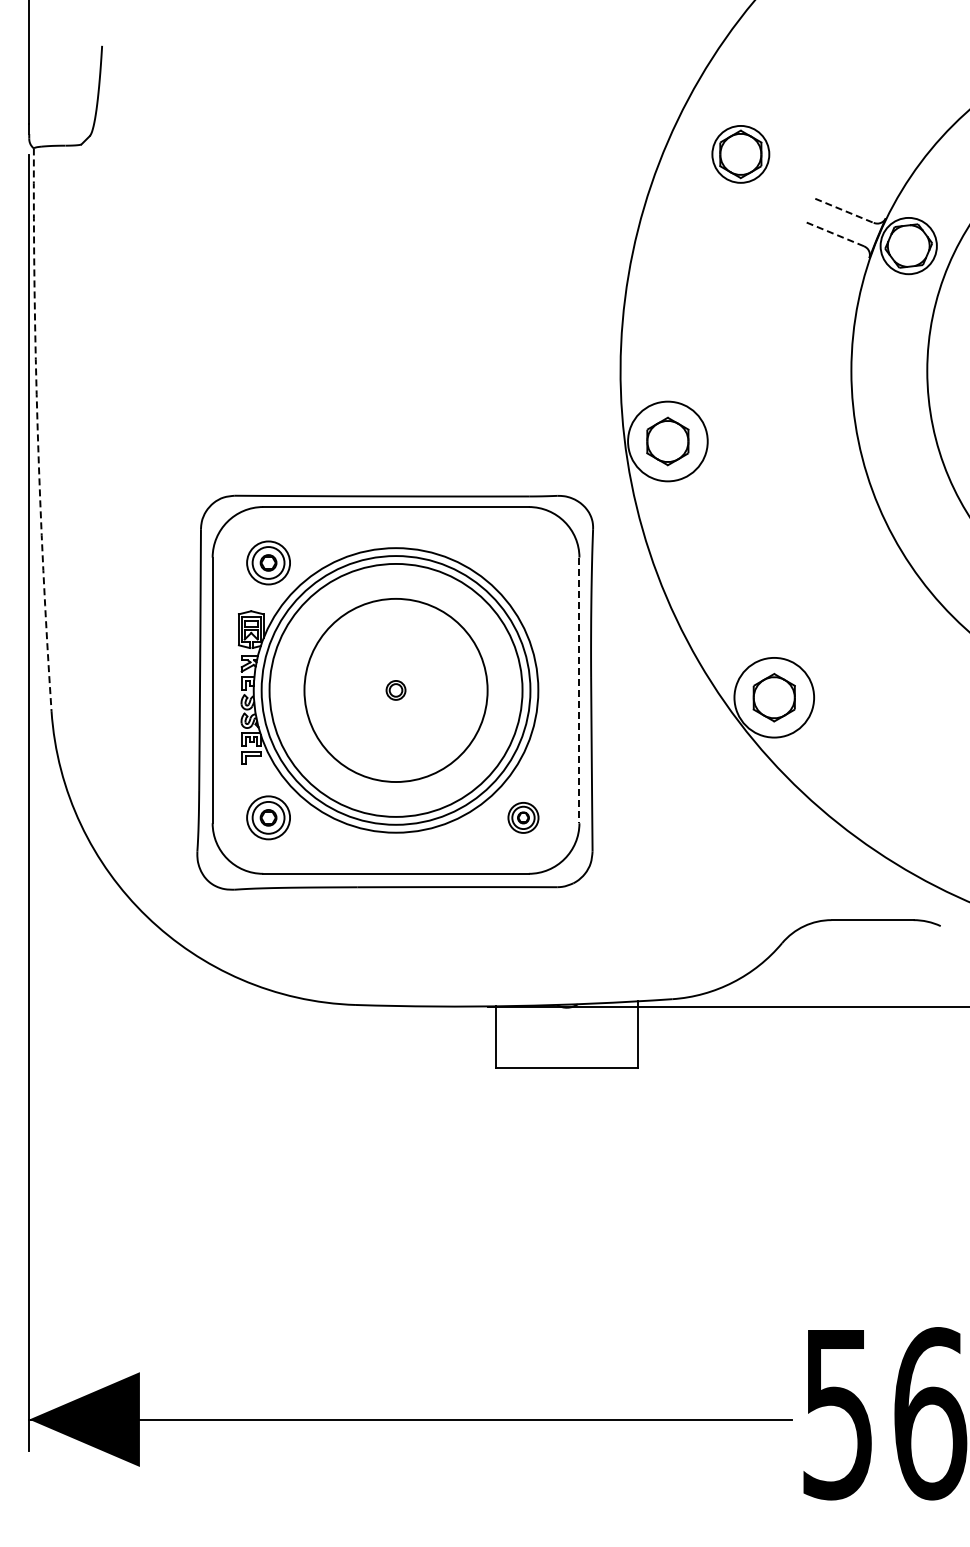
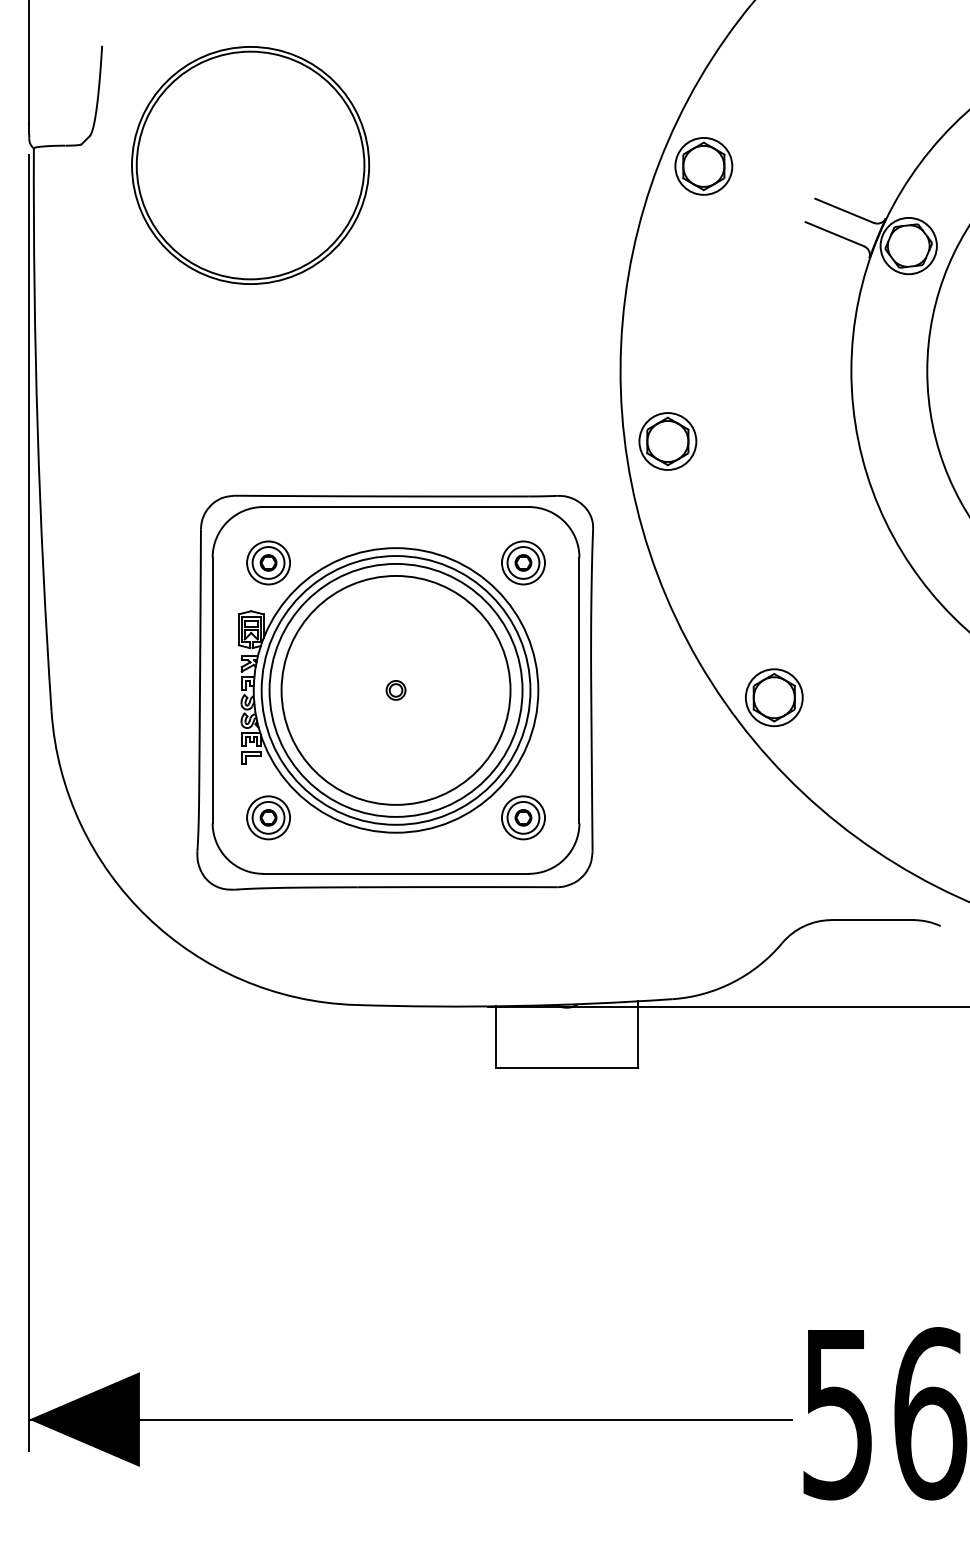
part at (740, 154) position: (740, 154) -> (703, 166)
part at (250, 165): none -> present
line at (844, 210): dashed -> solid
line at (834, 234): dashed -> solid
arc at (37, 429): dashed -> solid
circle at (667, 441) diameter: 80 px -> 57 px
part at (523, 562): none -> present
circle at (395, 690) diameter: 183 px -> 229 px
line at (579, 690): dashed -> solid
circle at (774, 697) diameter: 80 px -> 57 px
part at (523, 817) size: 33x32 px -> 45x46 px
